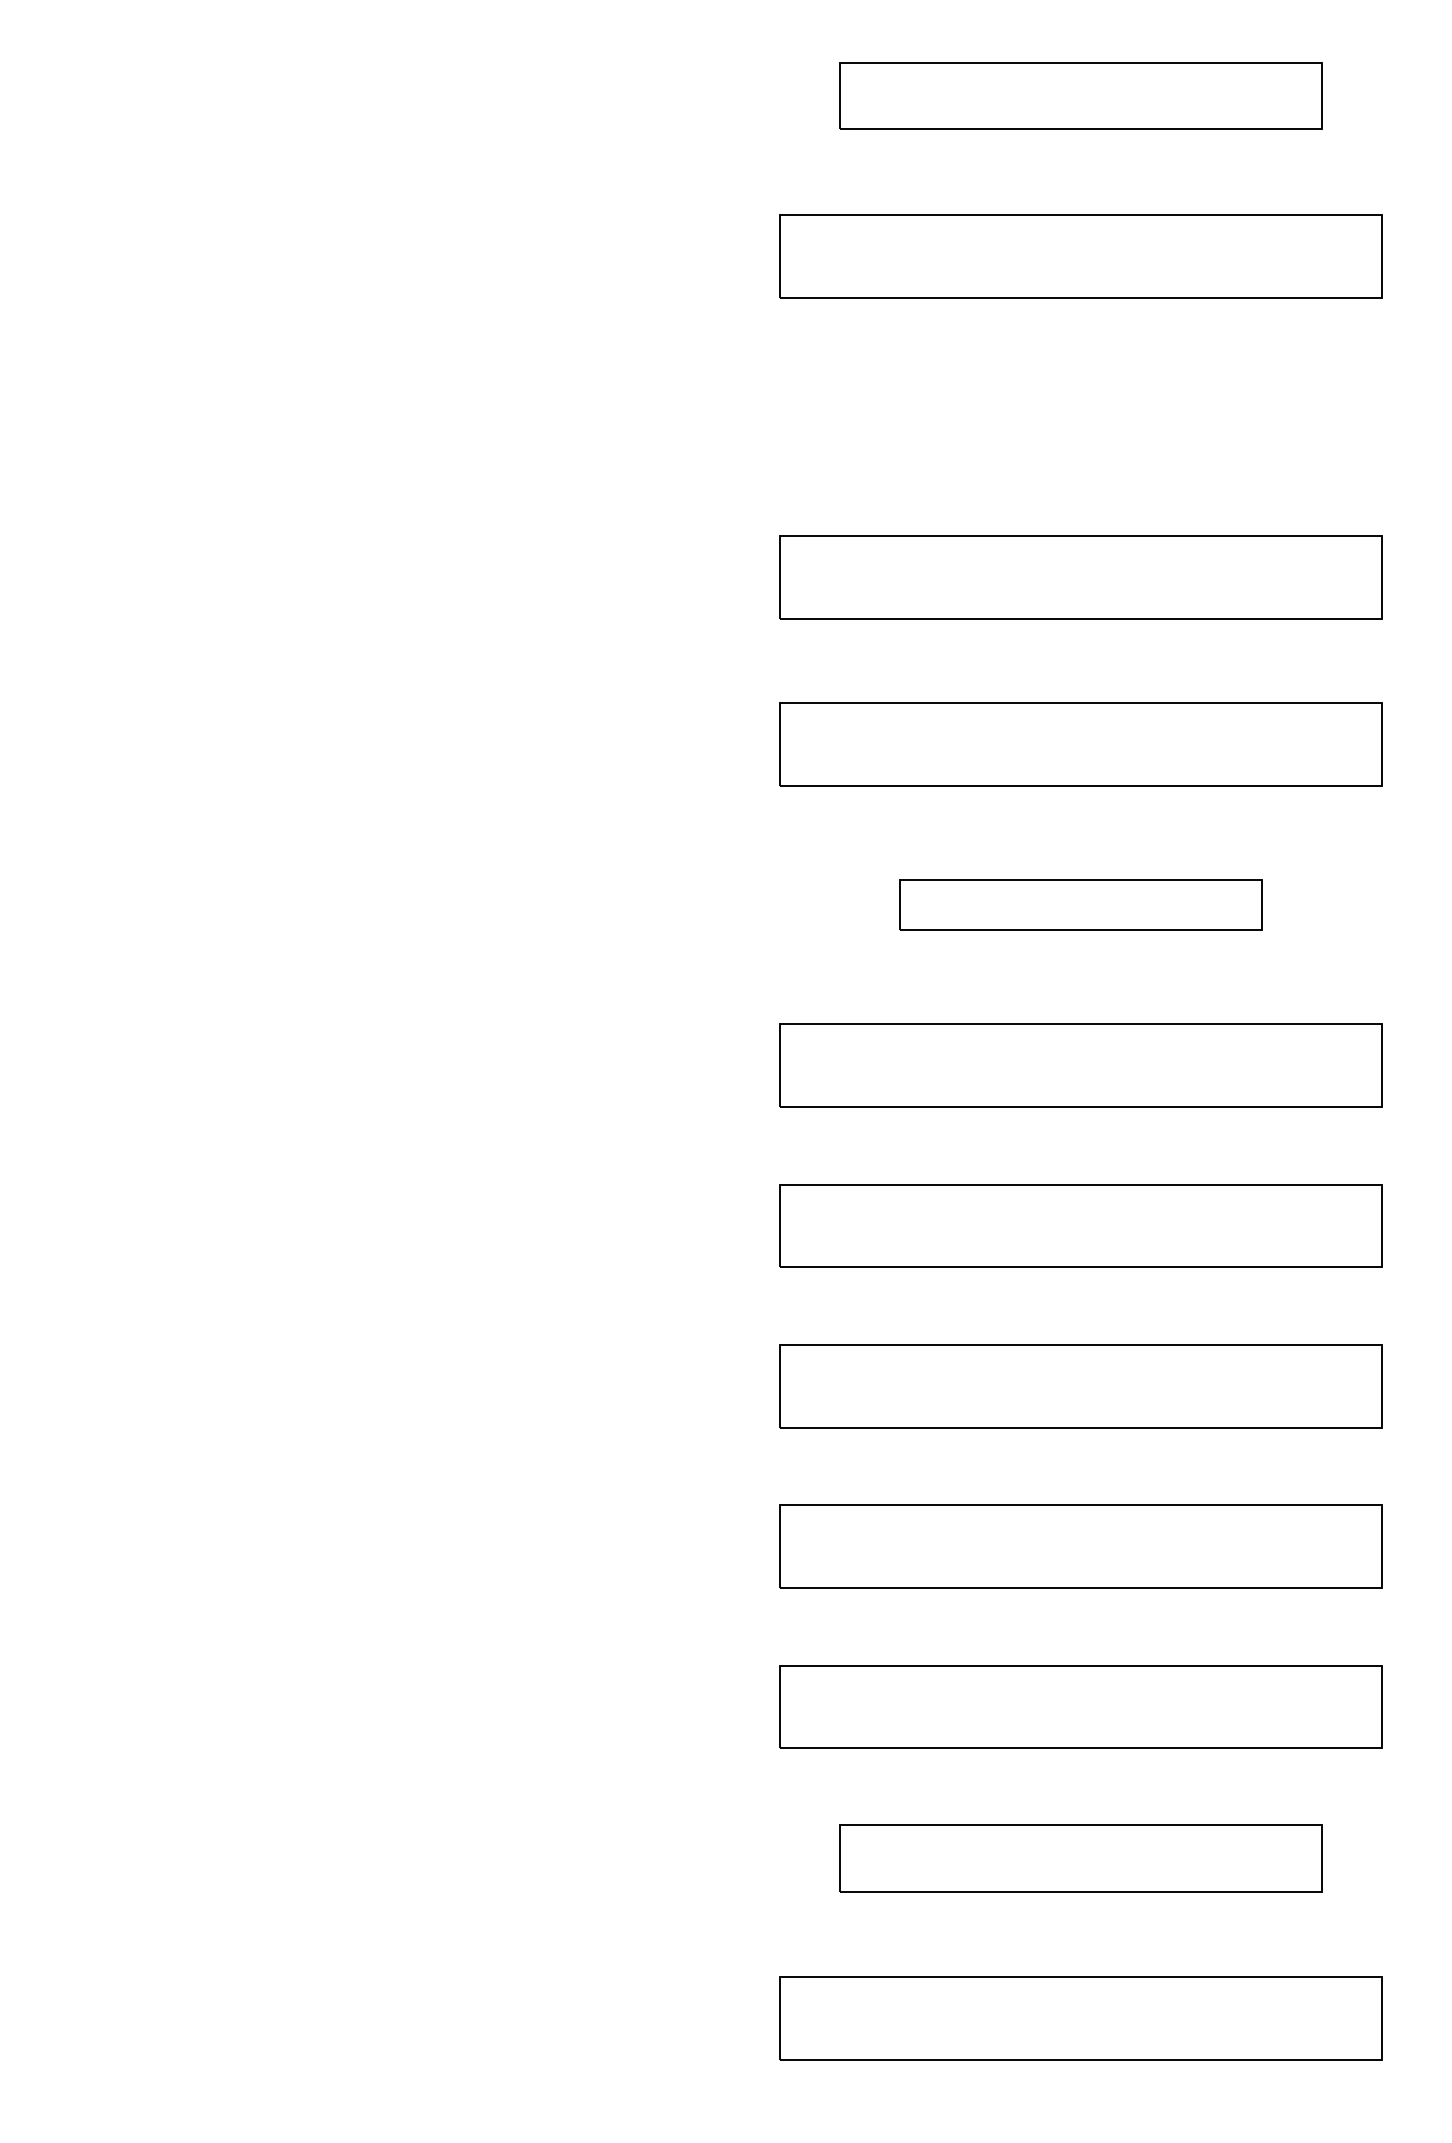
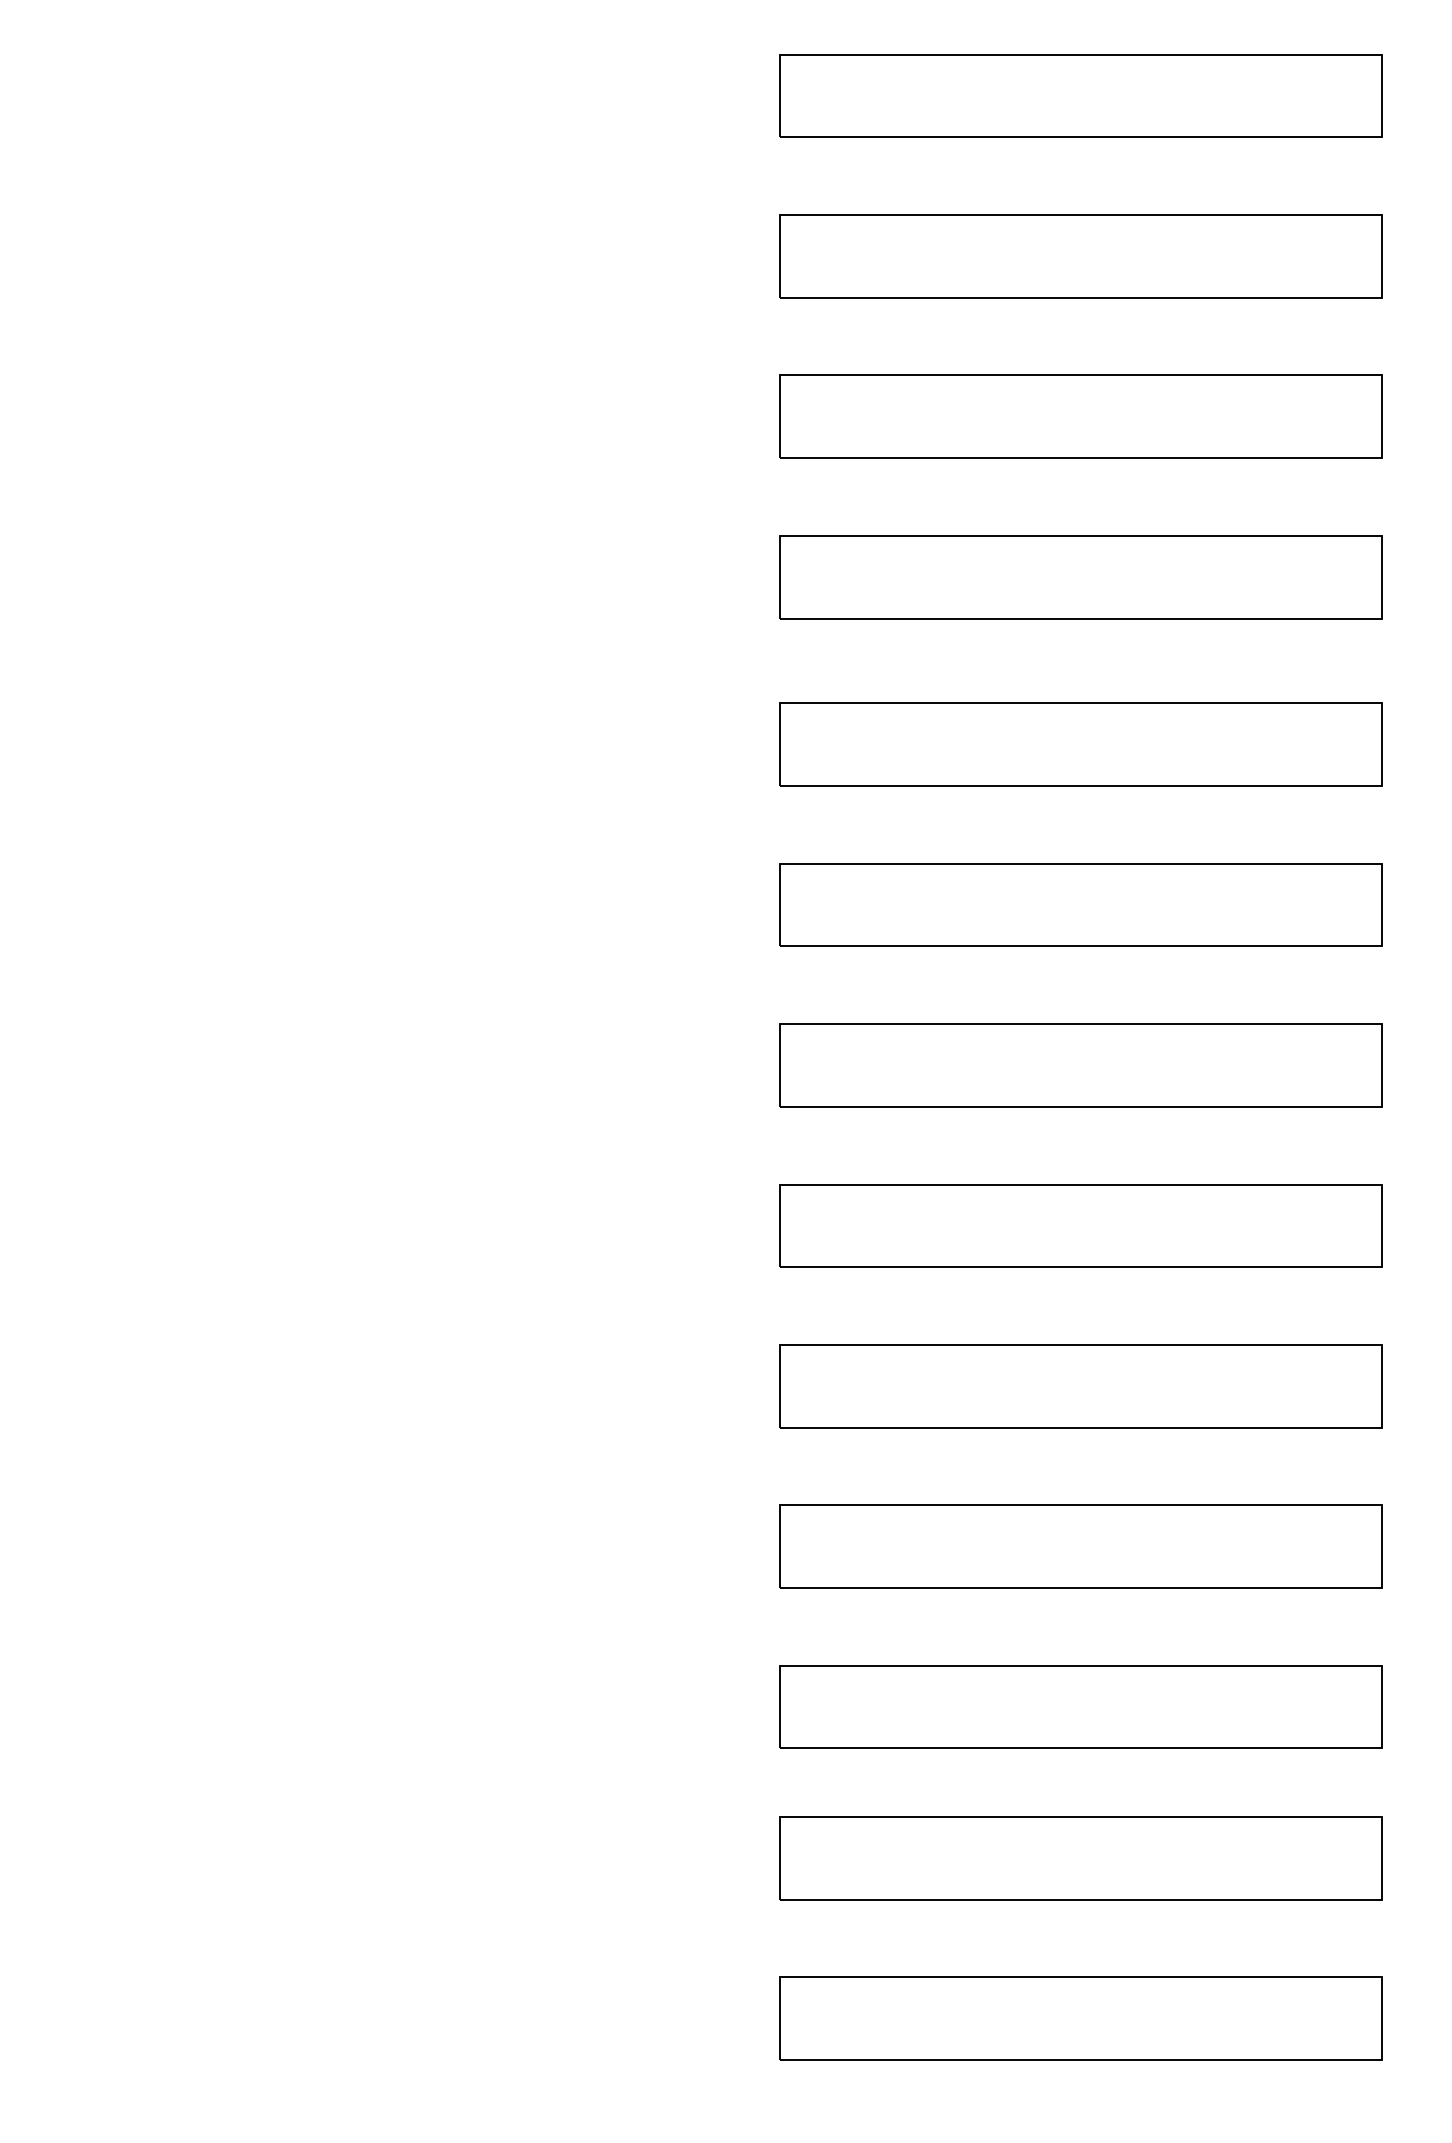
part at (1080, 95) size: 484x68 px -> 604x84 px
part at (1080, 416): none -> present
part at (1080, 904) size: 364x52 px -> 604x84 px
part at (1080, 1858) size: 484x69 px -> 604x85 px
